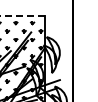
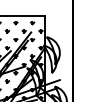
line at (22, 15): dashed -> solid
